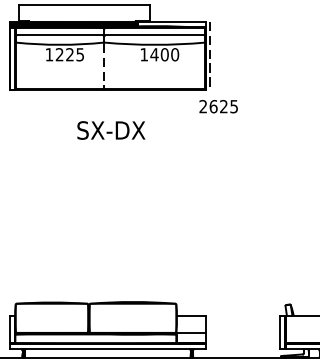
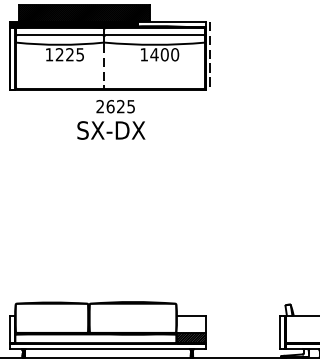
hatch at (84, 13): none -> present
text at (218, 106) position: (218, 106) -> (115, 106)
hatch at (191, 337): none -> present
